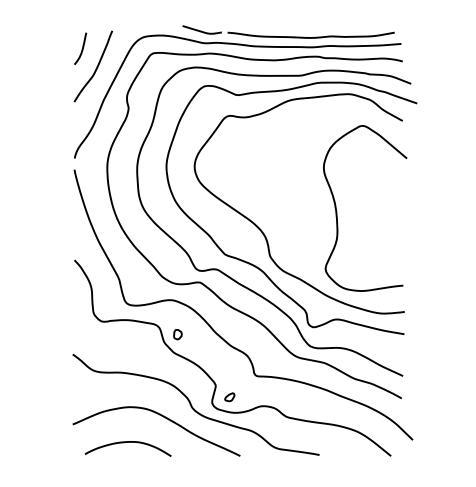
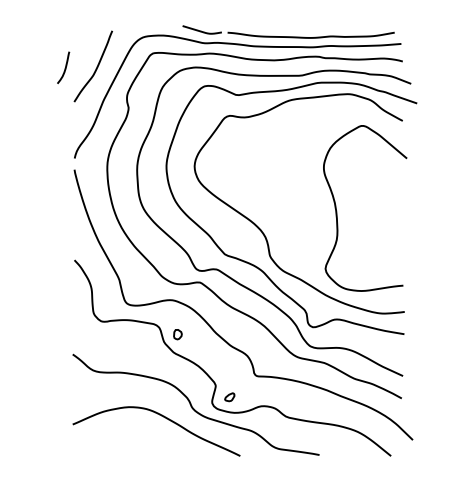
curve at (81, 49) position: (81, 49) -> (64, 68)
curve at (124, 443): present -> none
